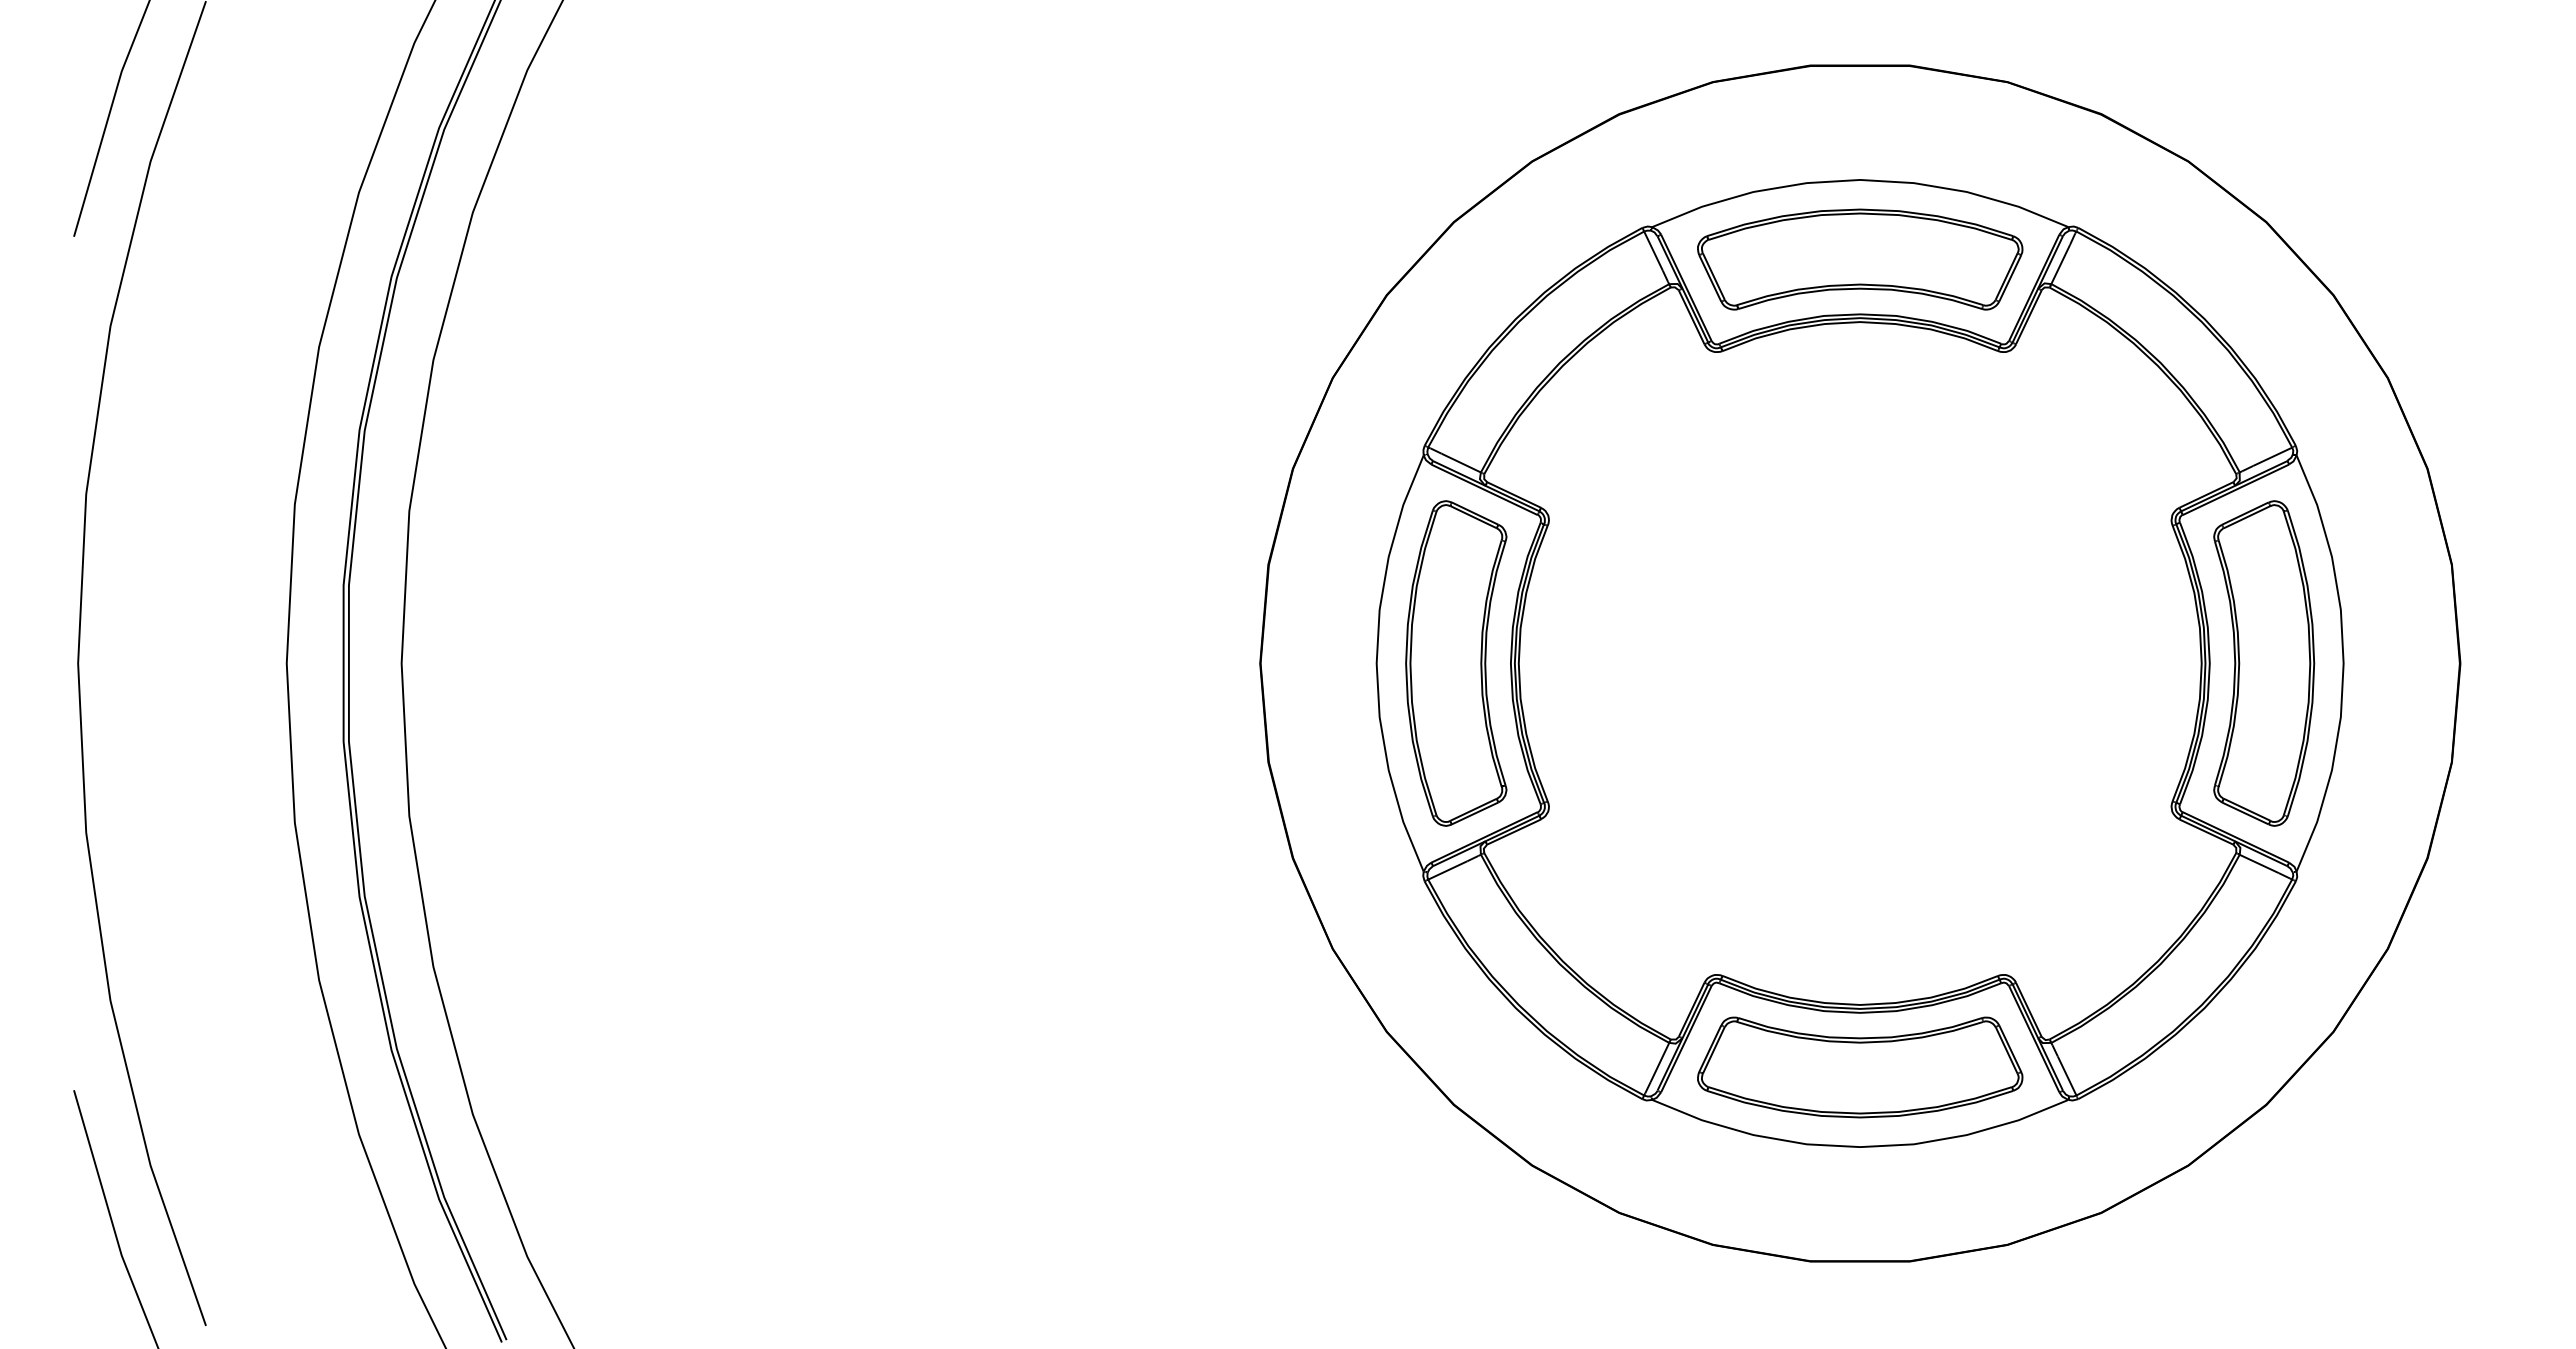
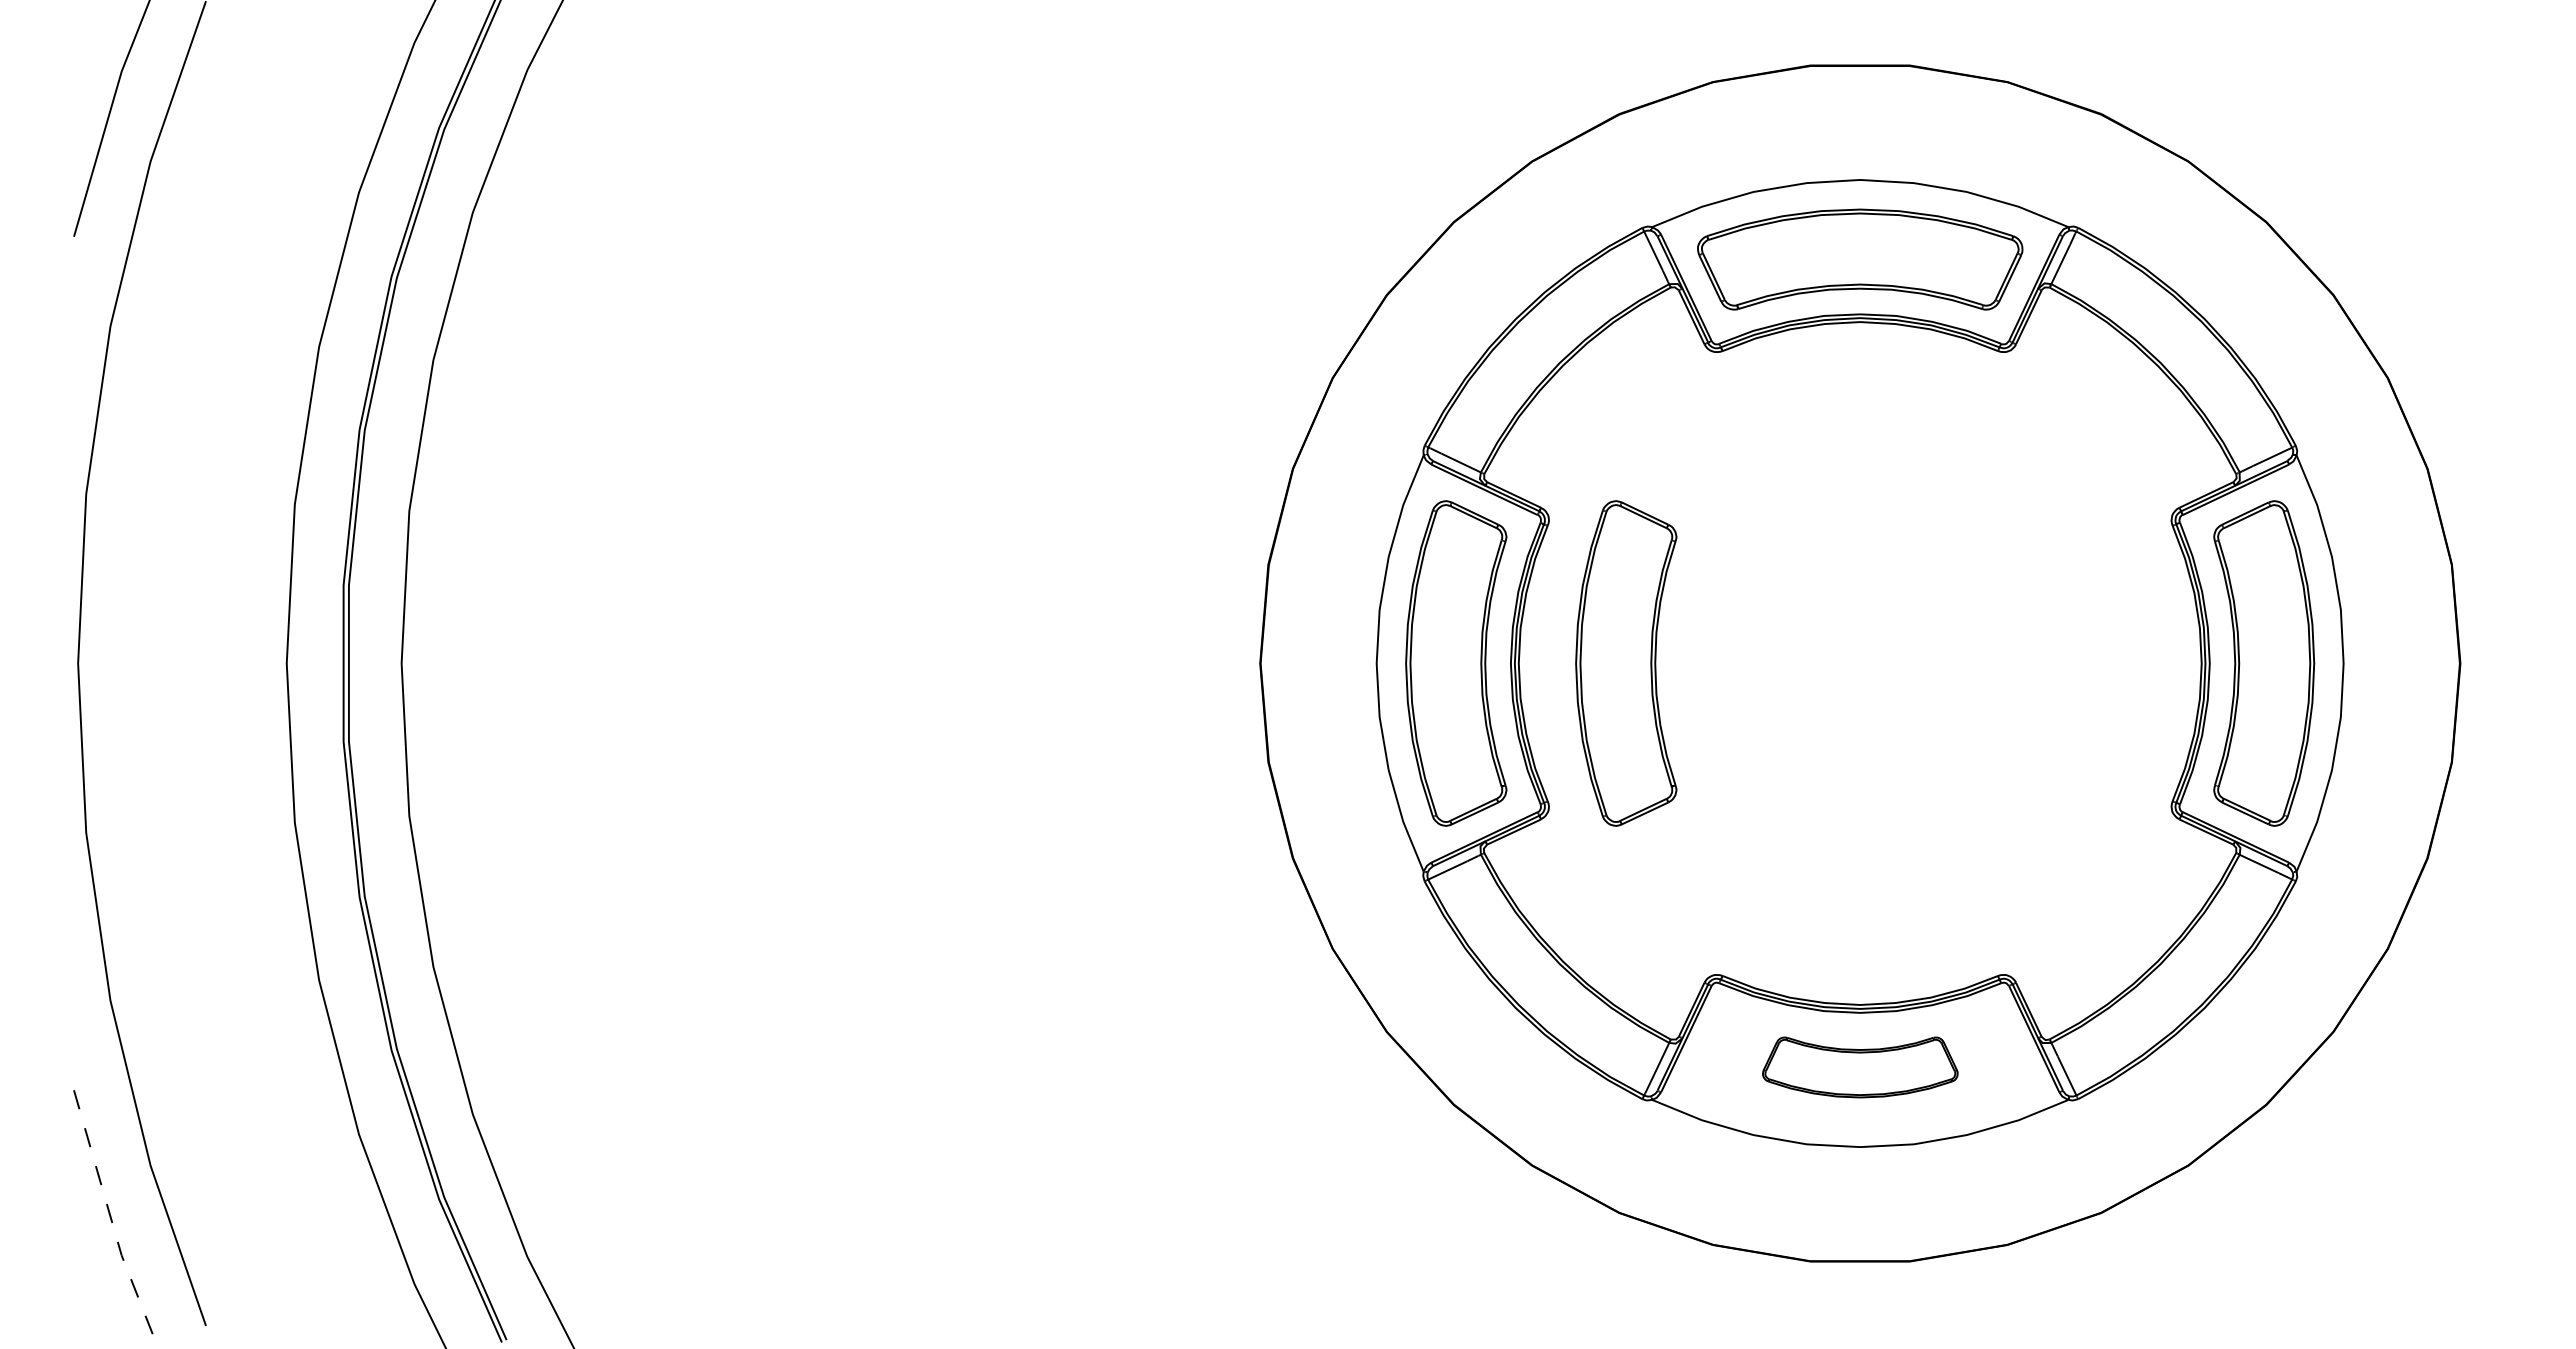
part at (1626, 663): none -> present
part at (1860, 1067) size: 327x103 px -> 197x63 px
line at (111, 1221): solid -> dashed
